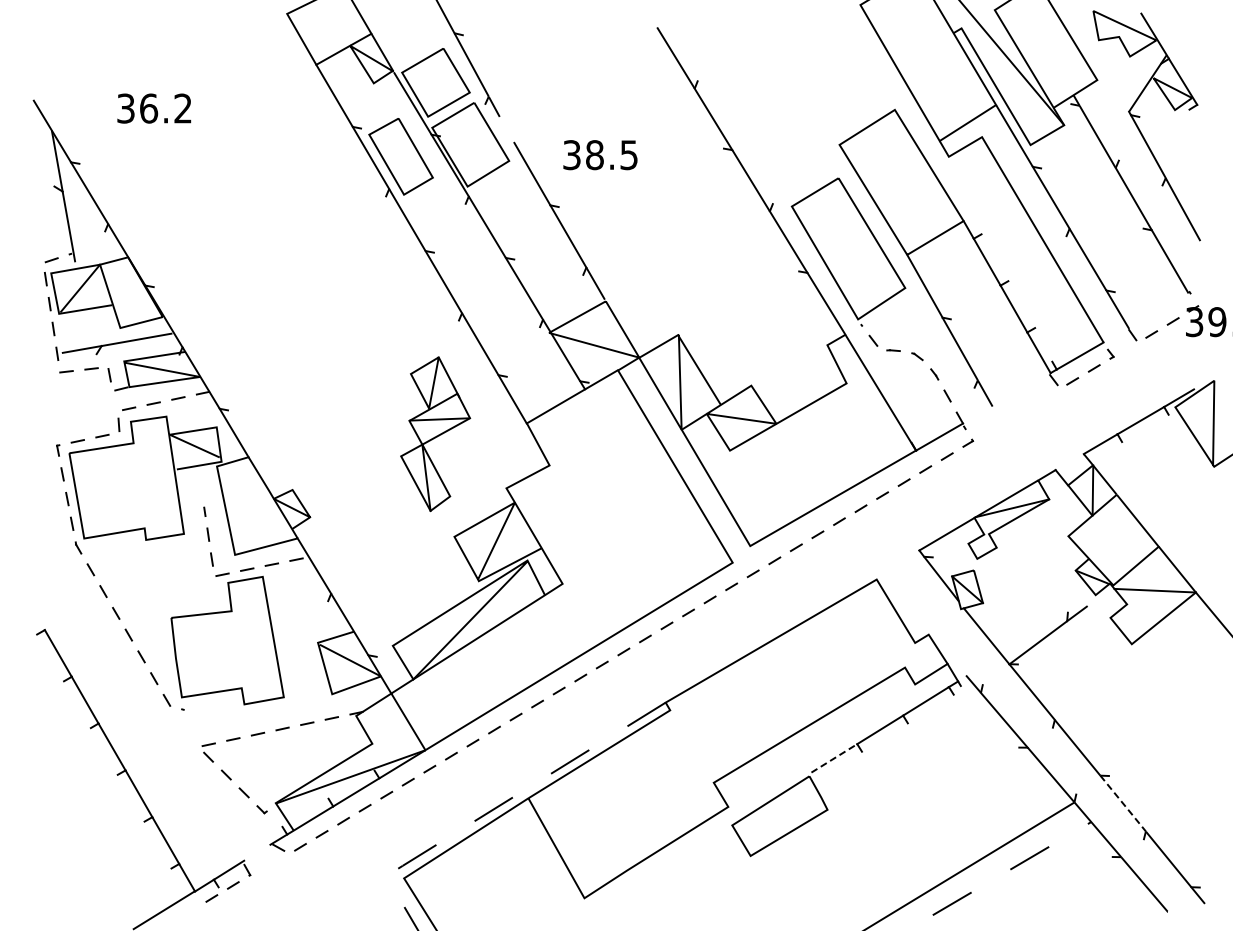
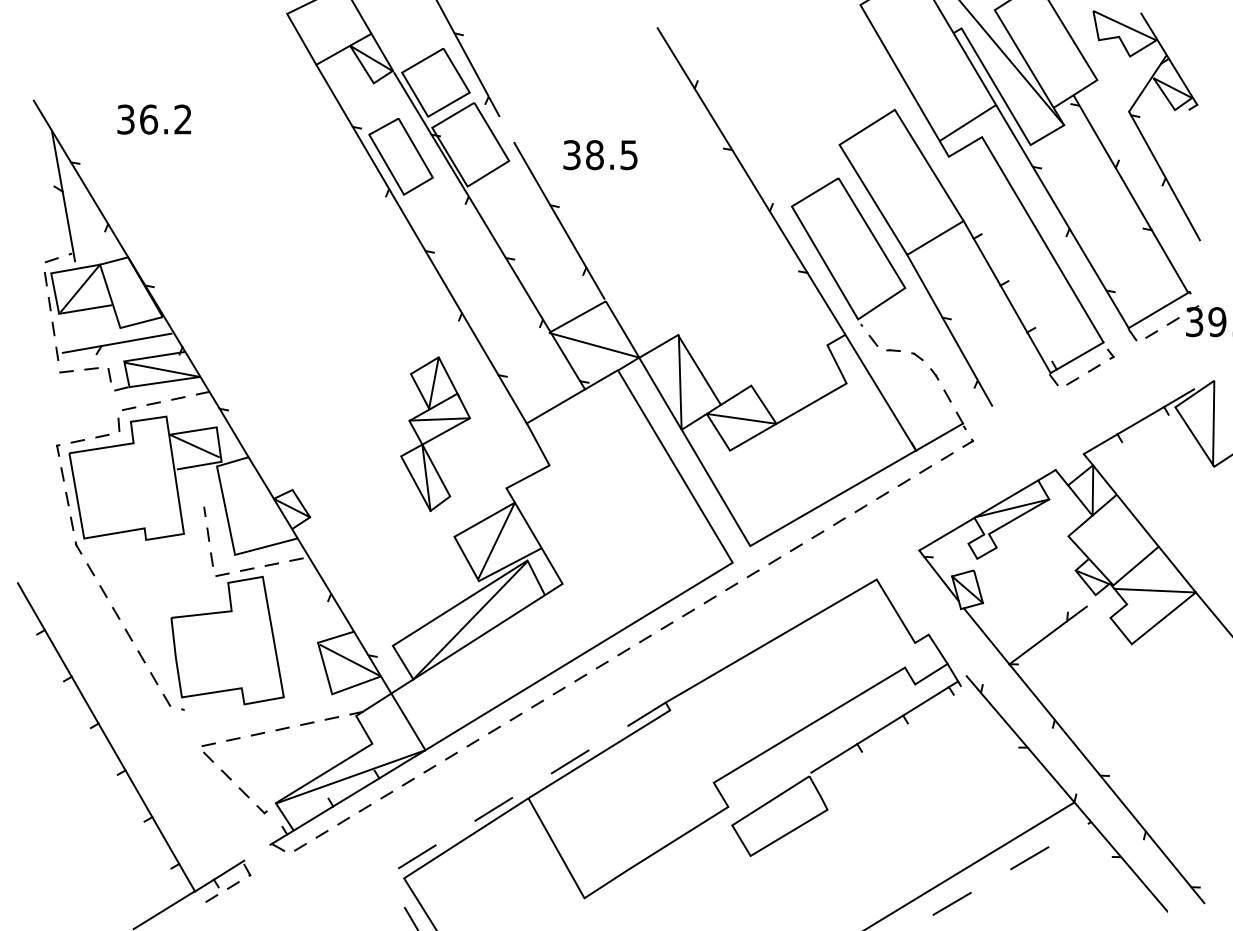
text at (154, 108) position: (154, 108) -> (154, 119)
line at (1158, 310): none -> present
line at (30, 606): none -> present
line at (834, 758): dashed -> solid
line at (1123, 803): dashed -> solid
